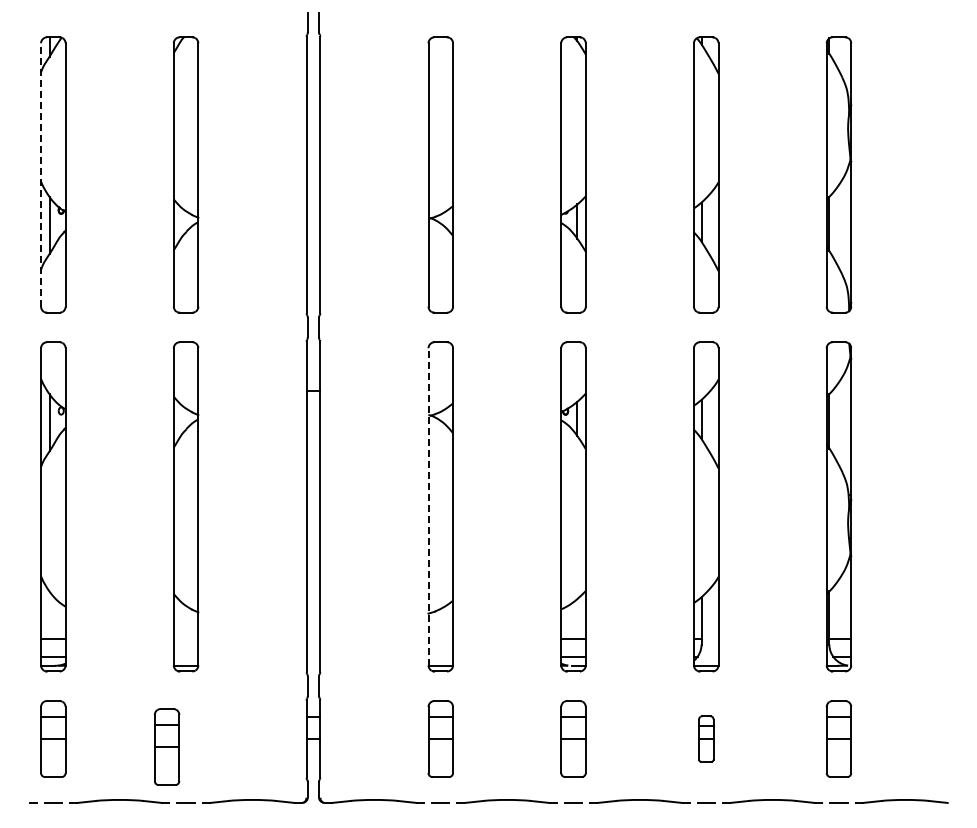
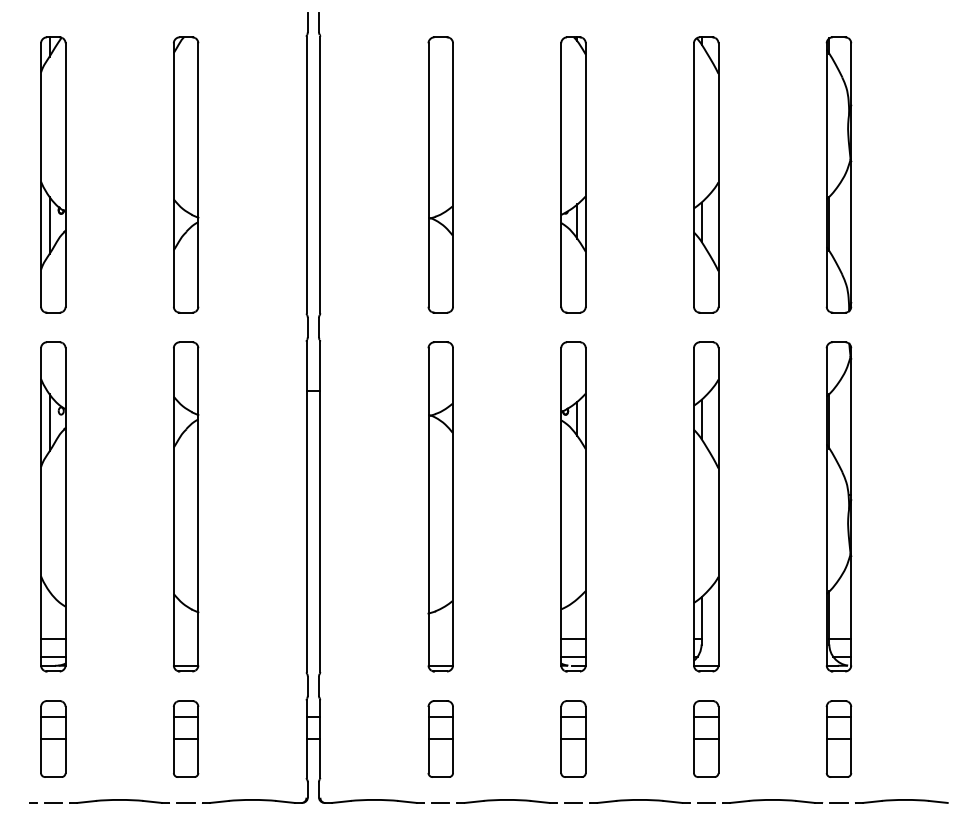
line at (41, 175): dashed -> solid
line at (428, 506): dashed -> solid
part at (706, 738) size: 17x48 px -> 27x78 px
part at (166, 746) position: (166, 746) -> (185, 738)
